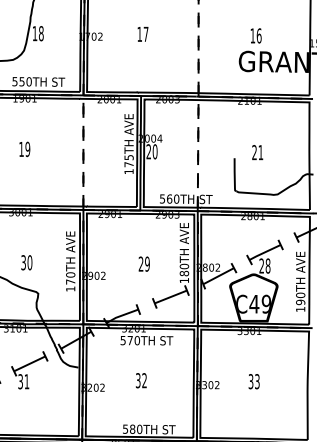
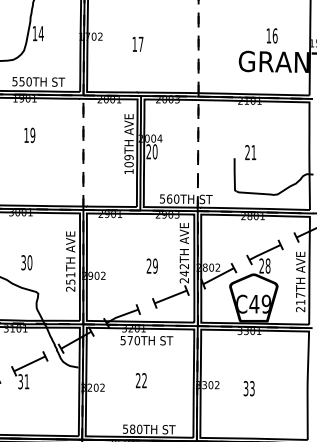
text at (40, 33): 18 -> 14
text at (142, 33) position: (142, 33) -> (137, 43)
text at (255, 35) position: (255, 35) -> (271, 35)
text at (24, 149) position: (24, 149) -> (29, 135)
text at (257, 152) position: (257, 152) -> (250, 152)
text at (128, 160): 175TH -> 109TH
text at (143, 263) position: (143, 263) -> (151, 265)
text at (184, 273): 180TH -> 242TH
text at (70, 281): 170TH -> 251TH
text at (300, 302): 190TH -> 217TH
text at (138, 380): 32 -> 22
text at (253, 381) position: (253, 381) -> (248, 388)
